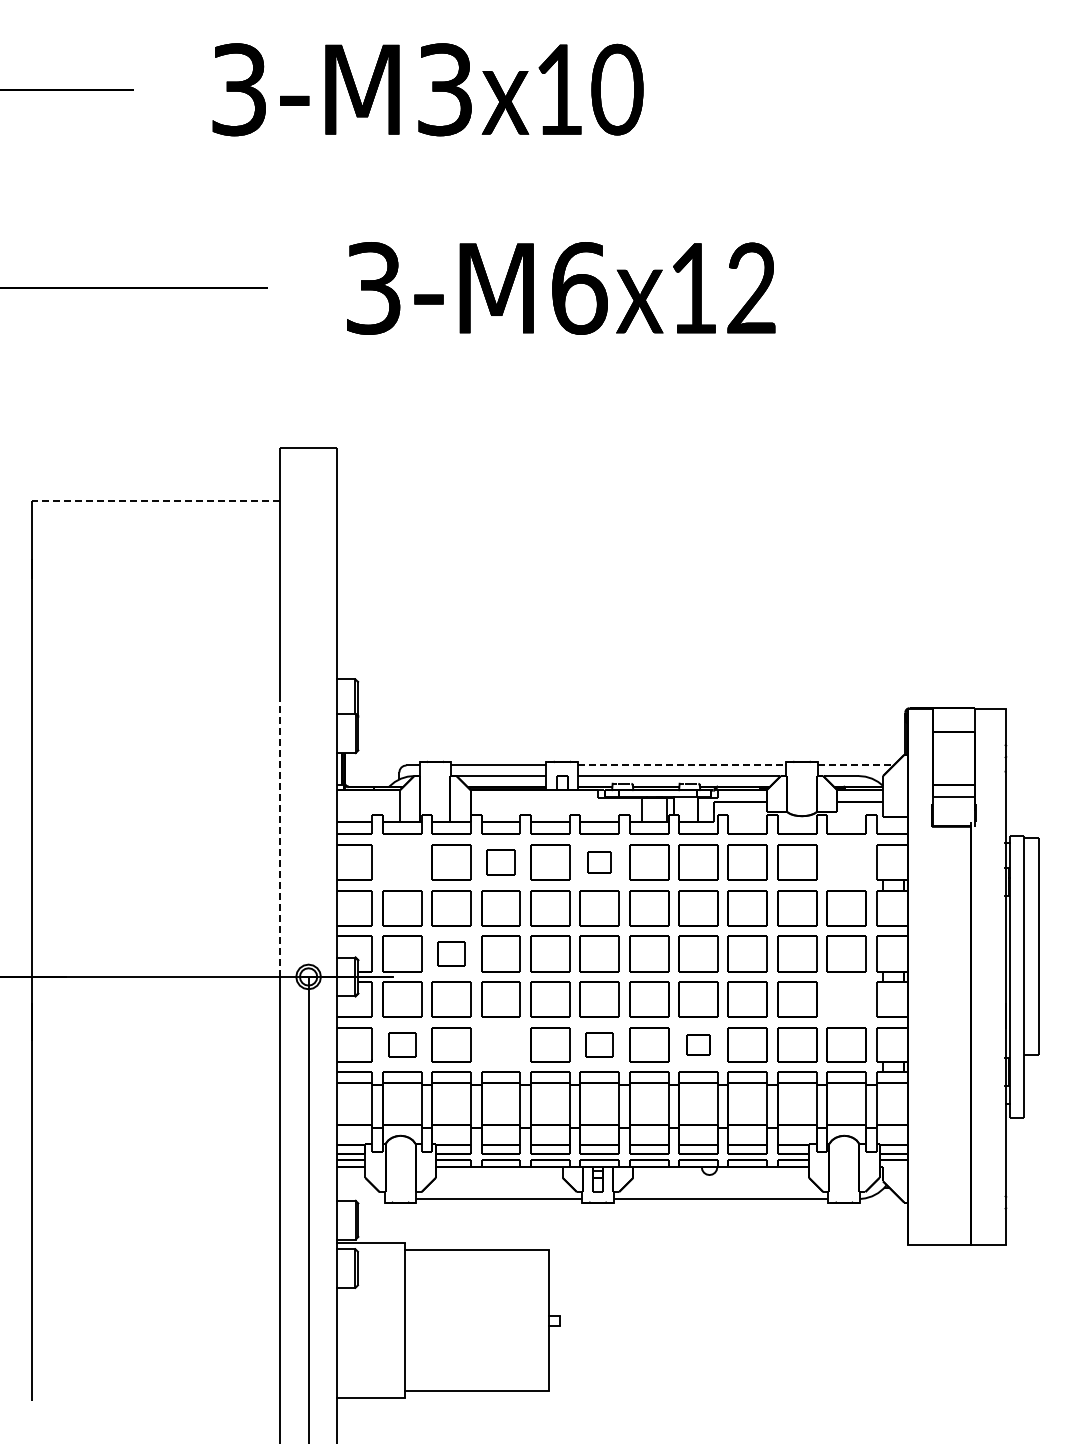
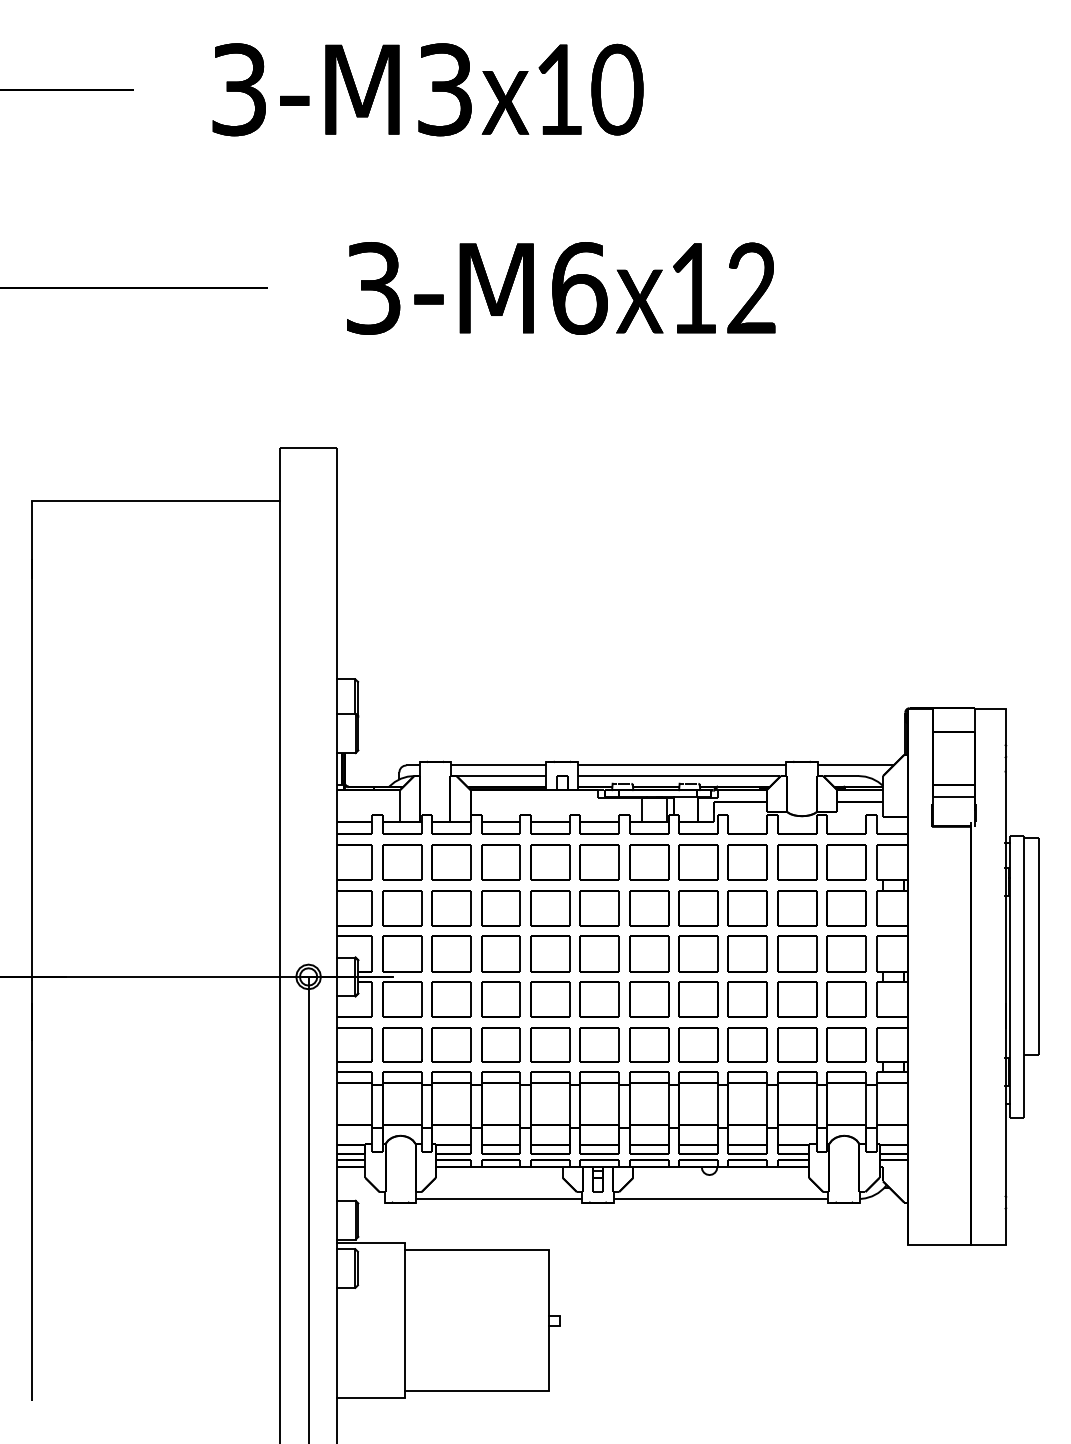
line at (155, 501): dashed -> solid
line at (682, 765): dashed -> solid
line at (855, 765): dashed -> solid
line at (280, 837): dashed -> solid
part at (402, 862): none -> present
part at (500, 862) size: 30x27 px -> 40x37 px
part at (599, 862) size: 25x23 px -> 41x37 px
part at (846, 862): none -> present
part at (451, 953) size: 29x26 px -> 41x38 px
part at (846, 999): none -> present
part at (402, 1044) size: 29x26 px -> 41x36 px
part at (500, 1044): none -> present
part at (599, 1044) size: 29x26 px -> 41x36 px
part at (698, 1044) size: 25x22 px -> 41x36 px
